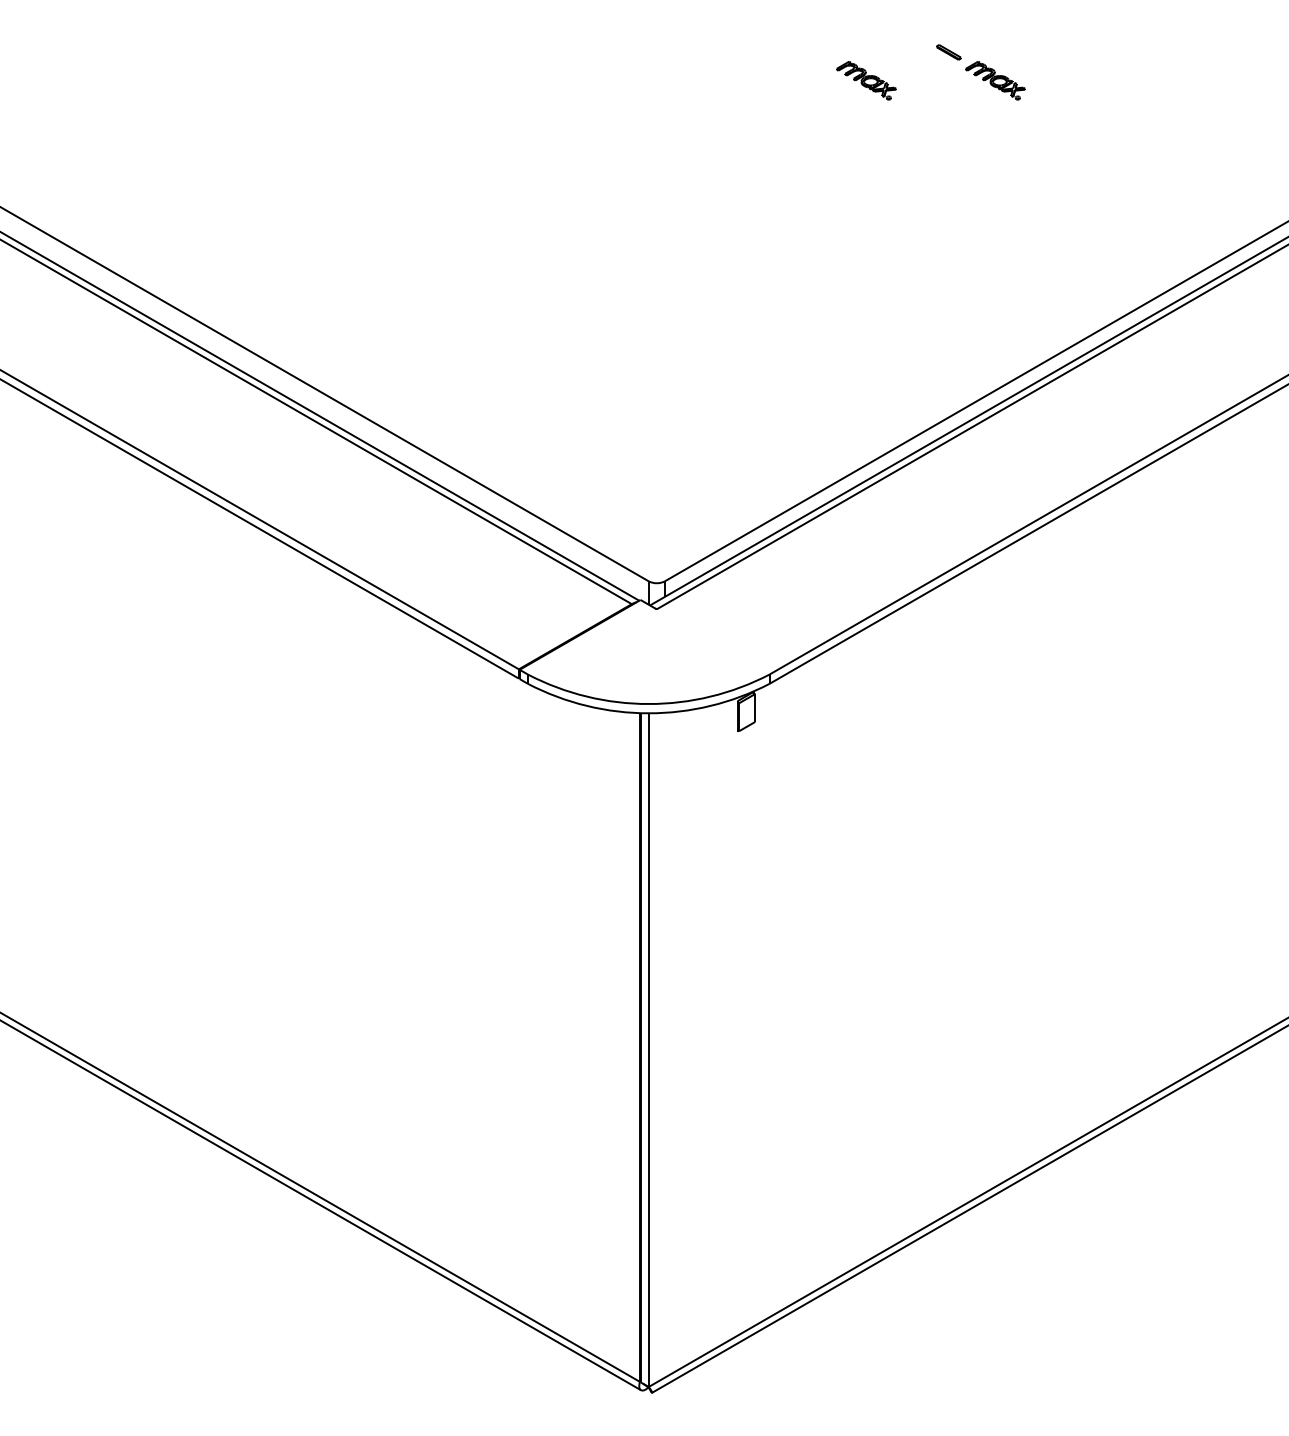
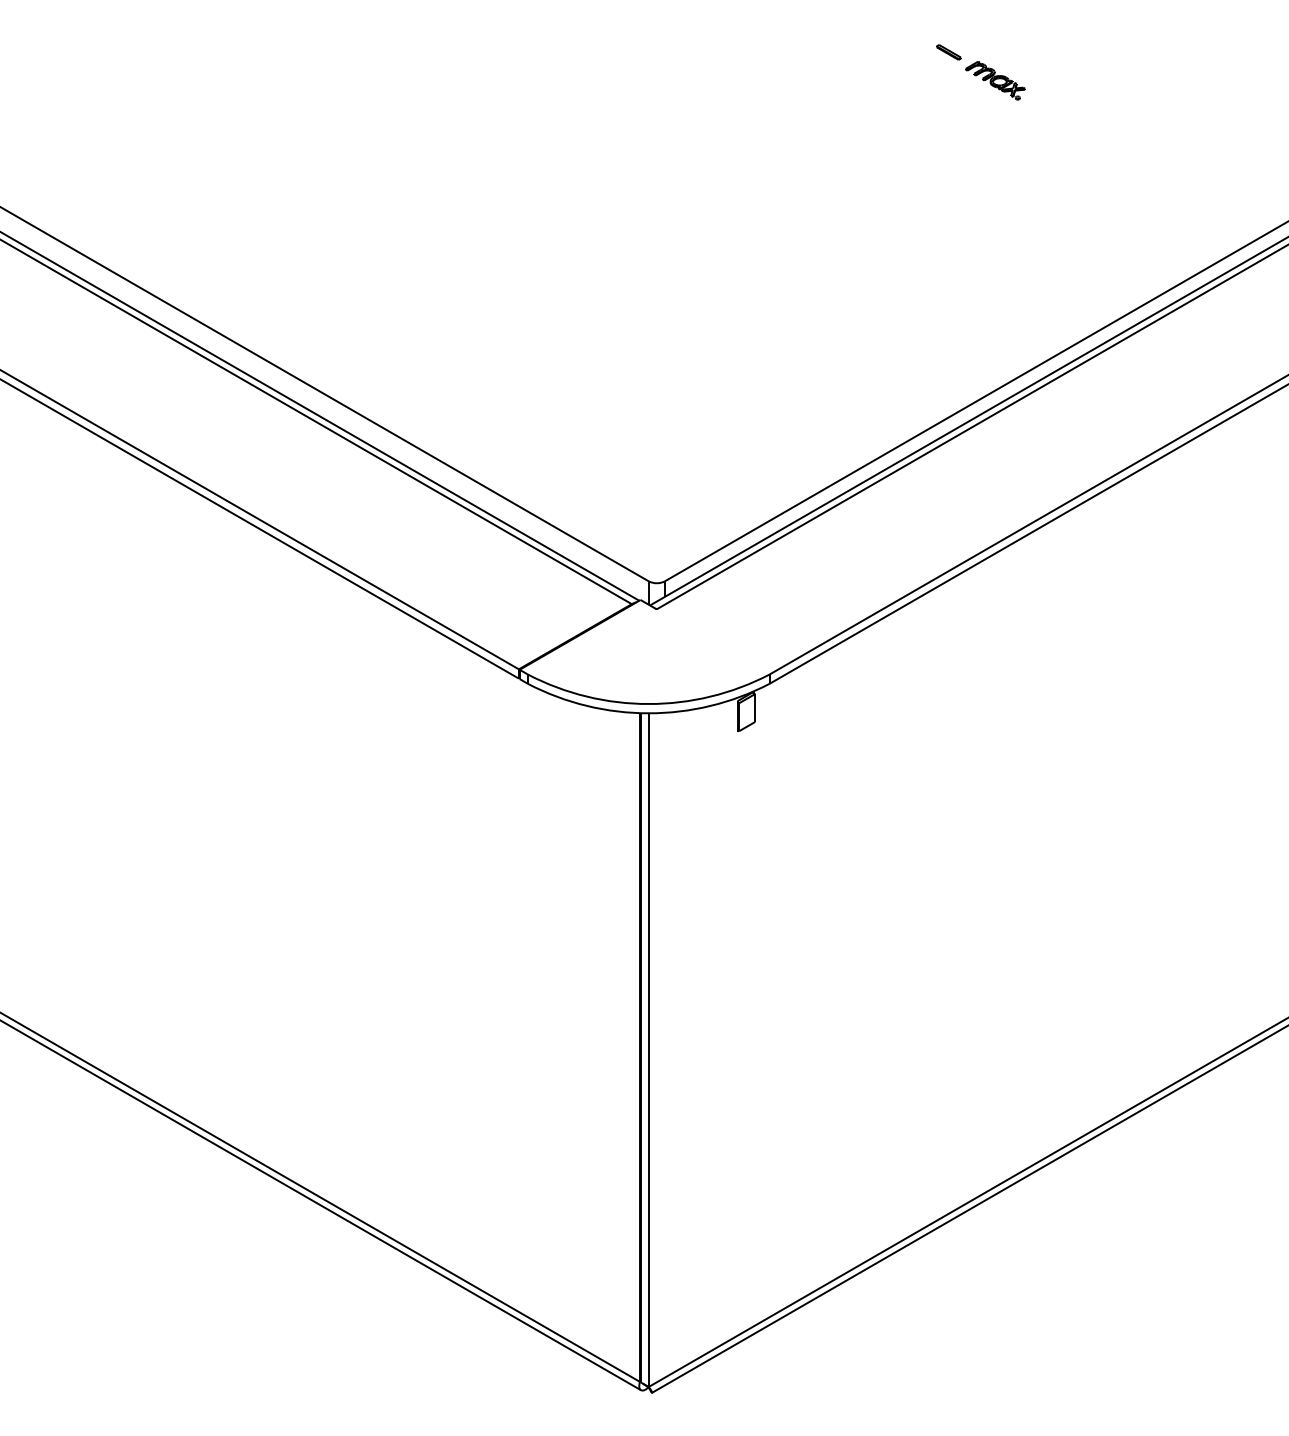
part at (866, 80): present -> none
